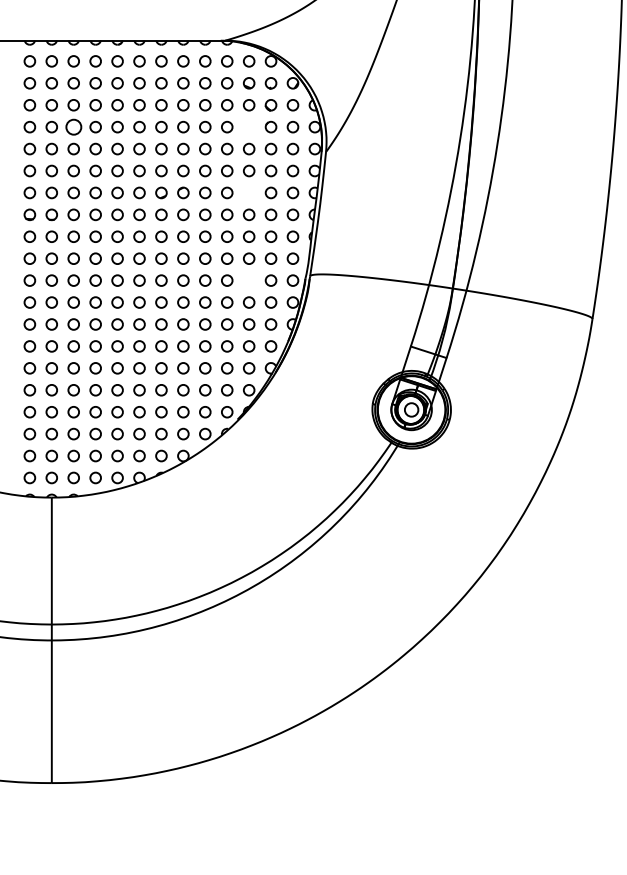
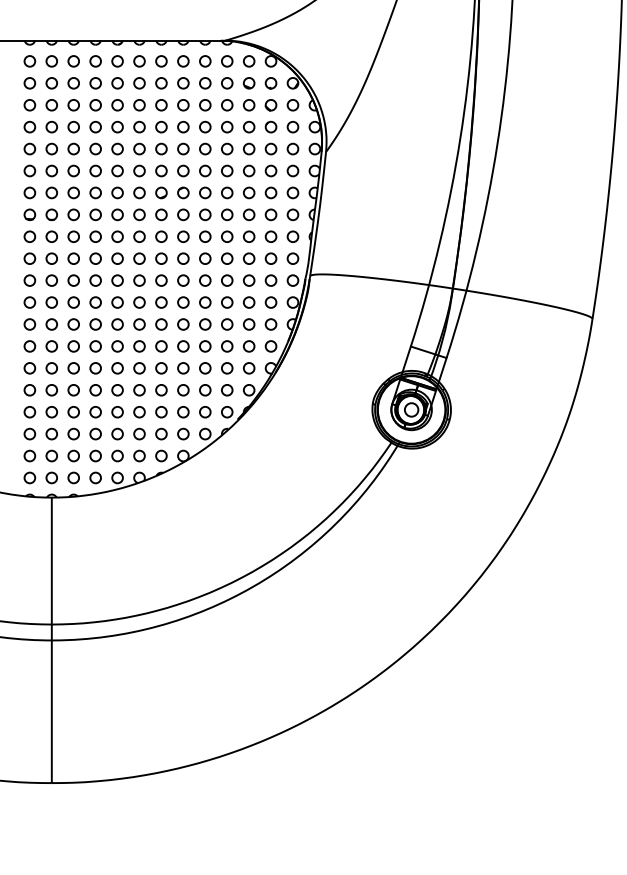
circle at (73, 126) size: 18x18 px -> 13x14 px
circle at (249, 126): none -> present
circle at (249, 192): none -> present
circle at (249, 280): none -> present
